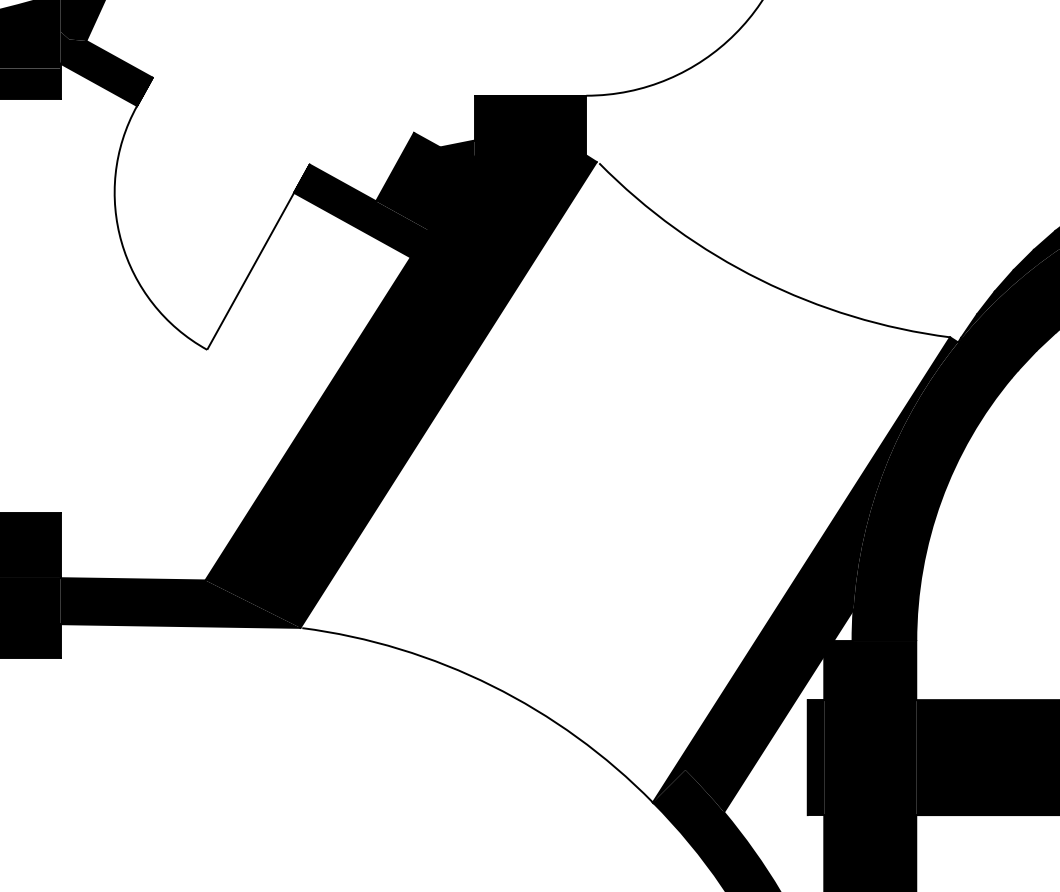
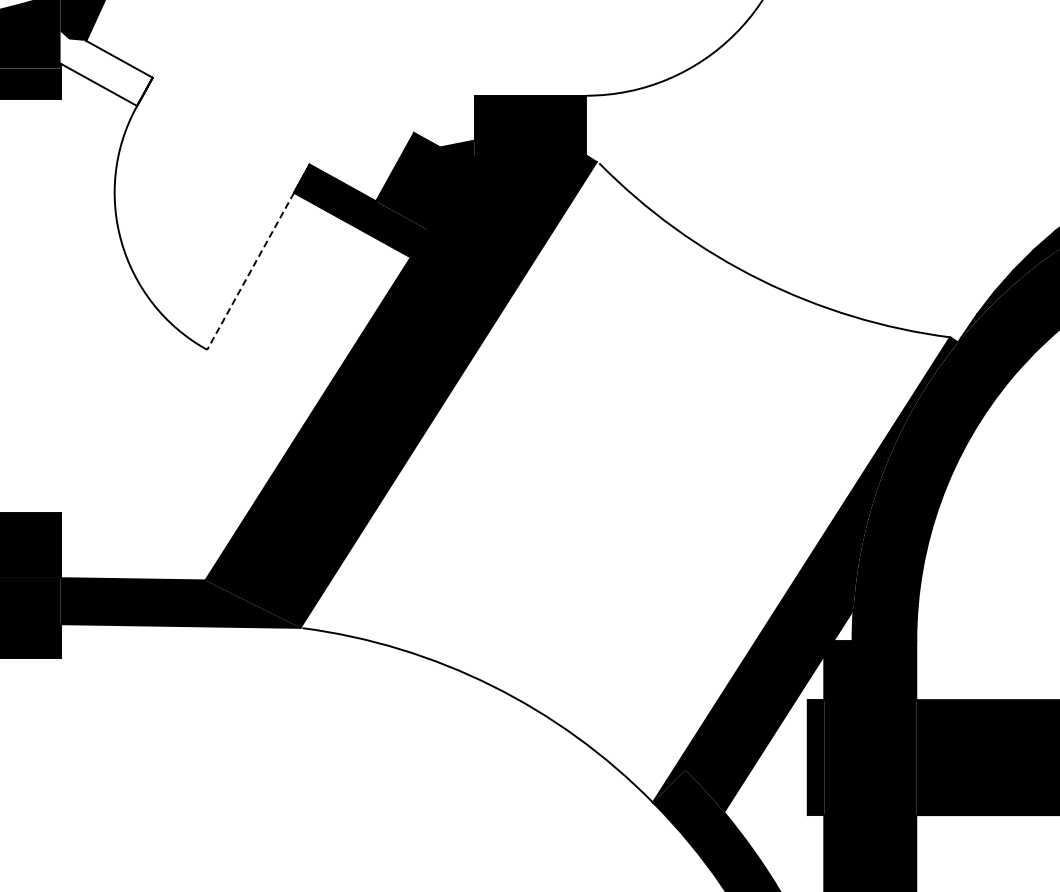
fill at (106, 68): present -> none
line at (250, 271): solid -> dashed
